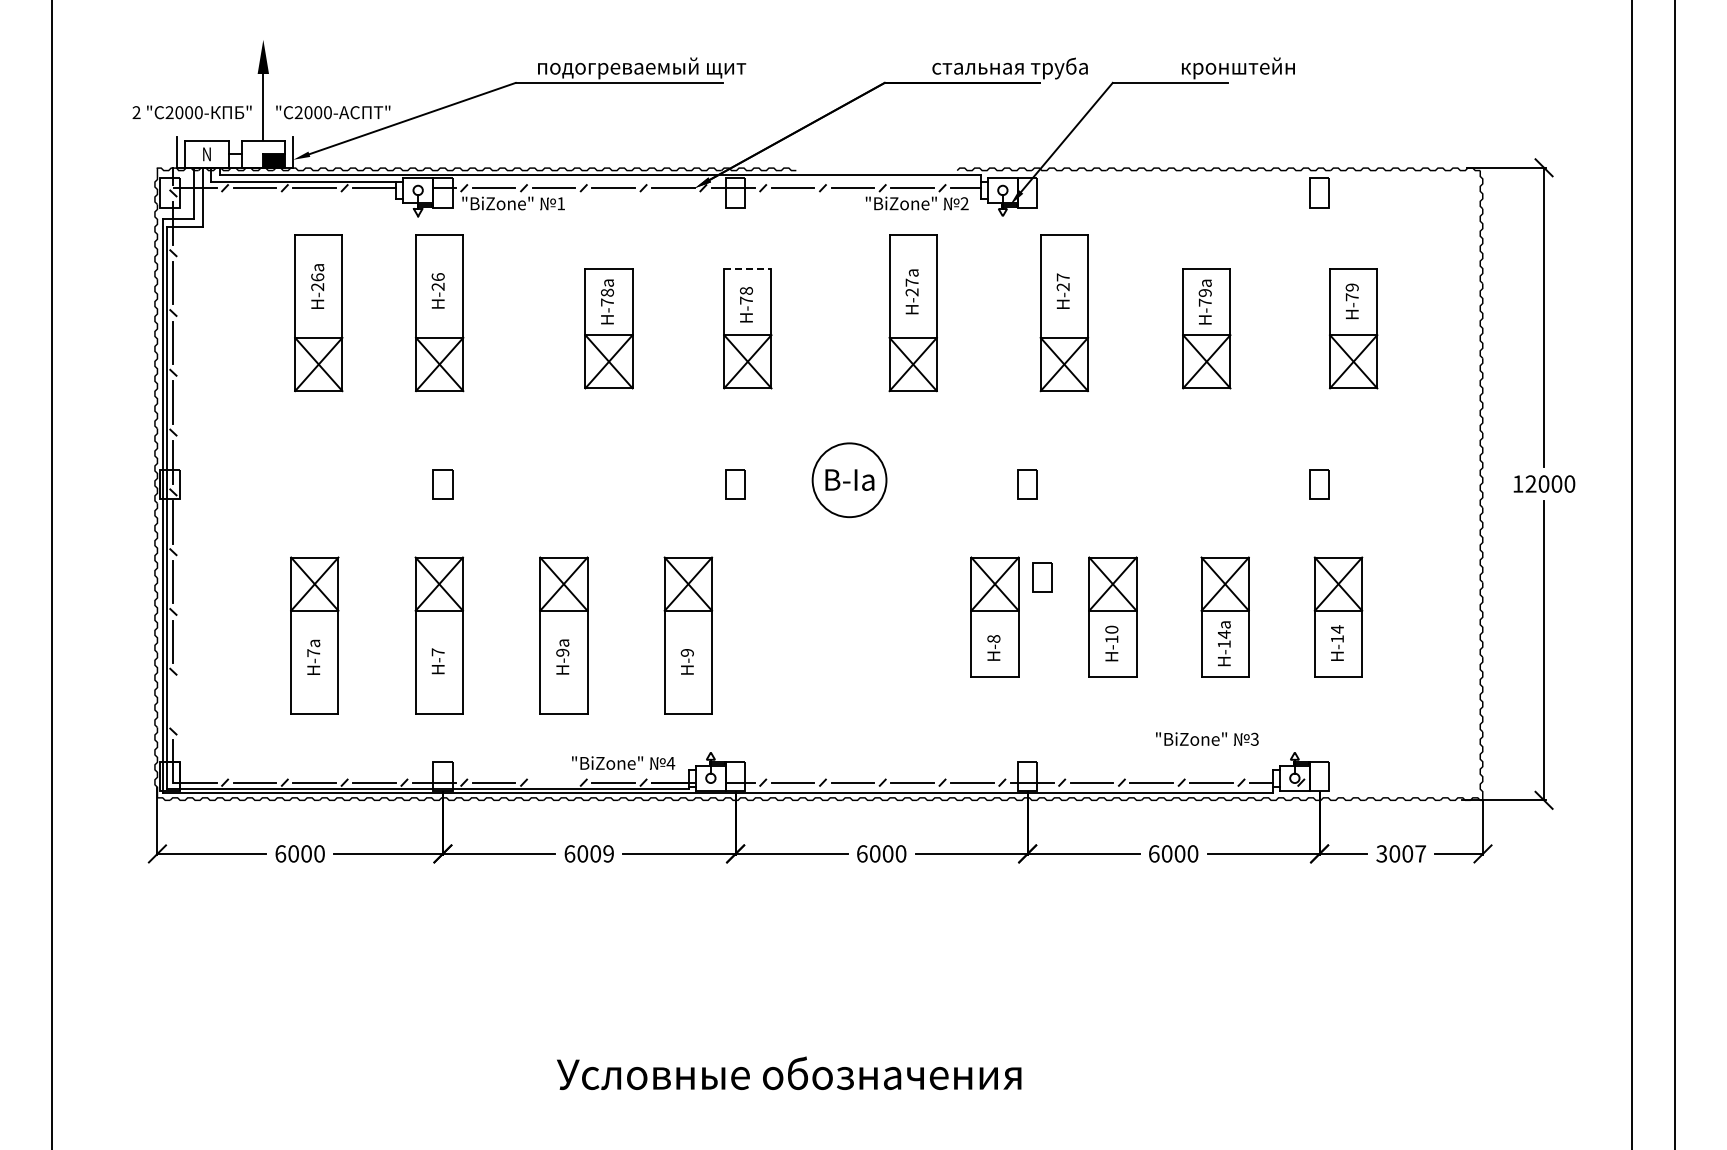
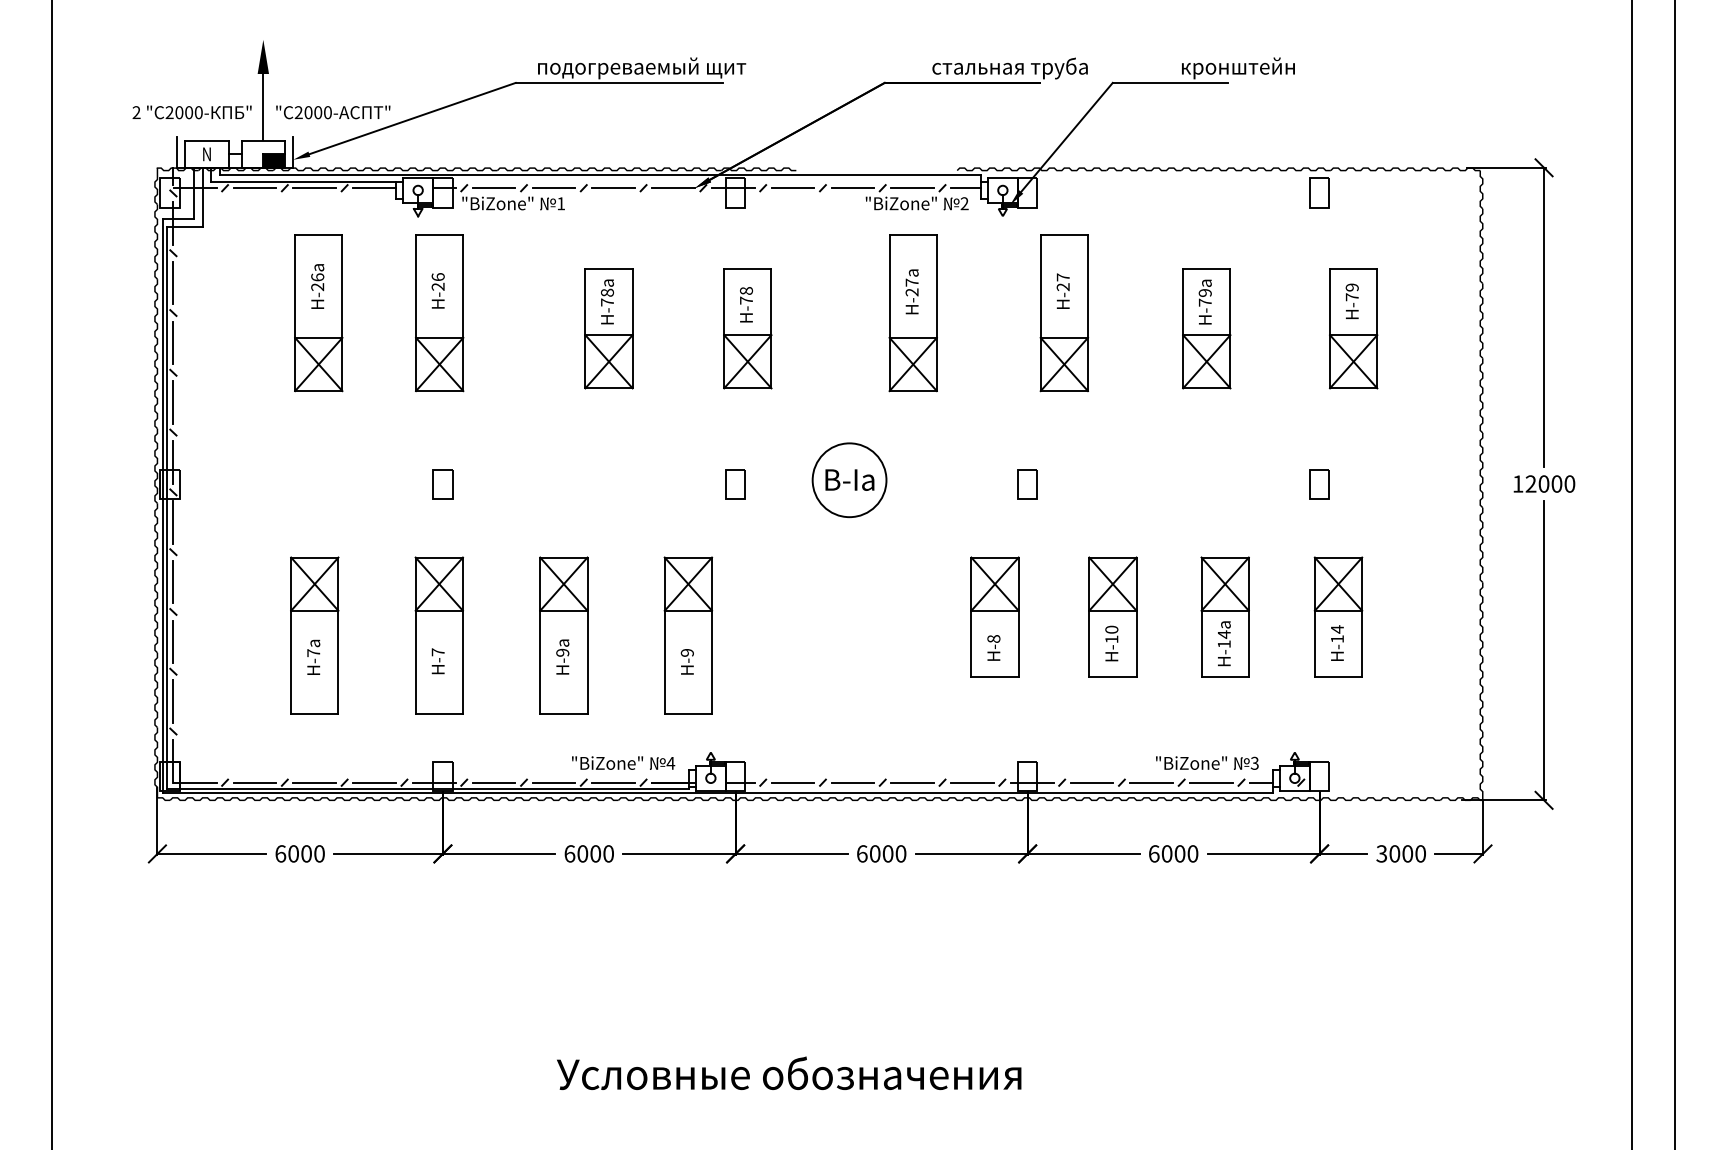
line at (747, 268): dashed -> solid
part at (1042, 577): present -> none
line at (173, 701): none -> present
text at (1207, 738) position: (1207, 738) -> (1207, 762)
line at (553, 782): none -> present
text at (608, 853): 6009 -> 6000
text at (1420, 853): 3007 -> 3000
